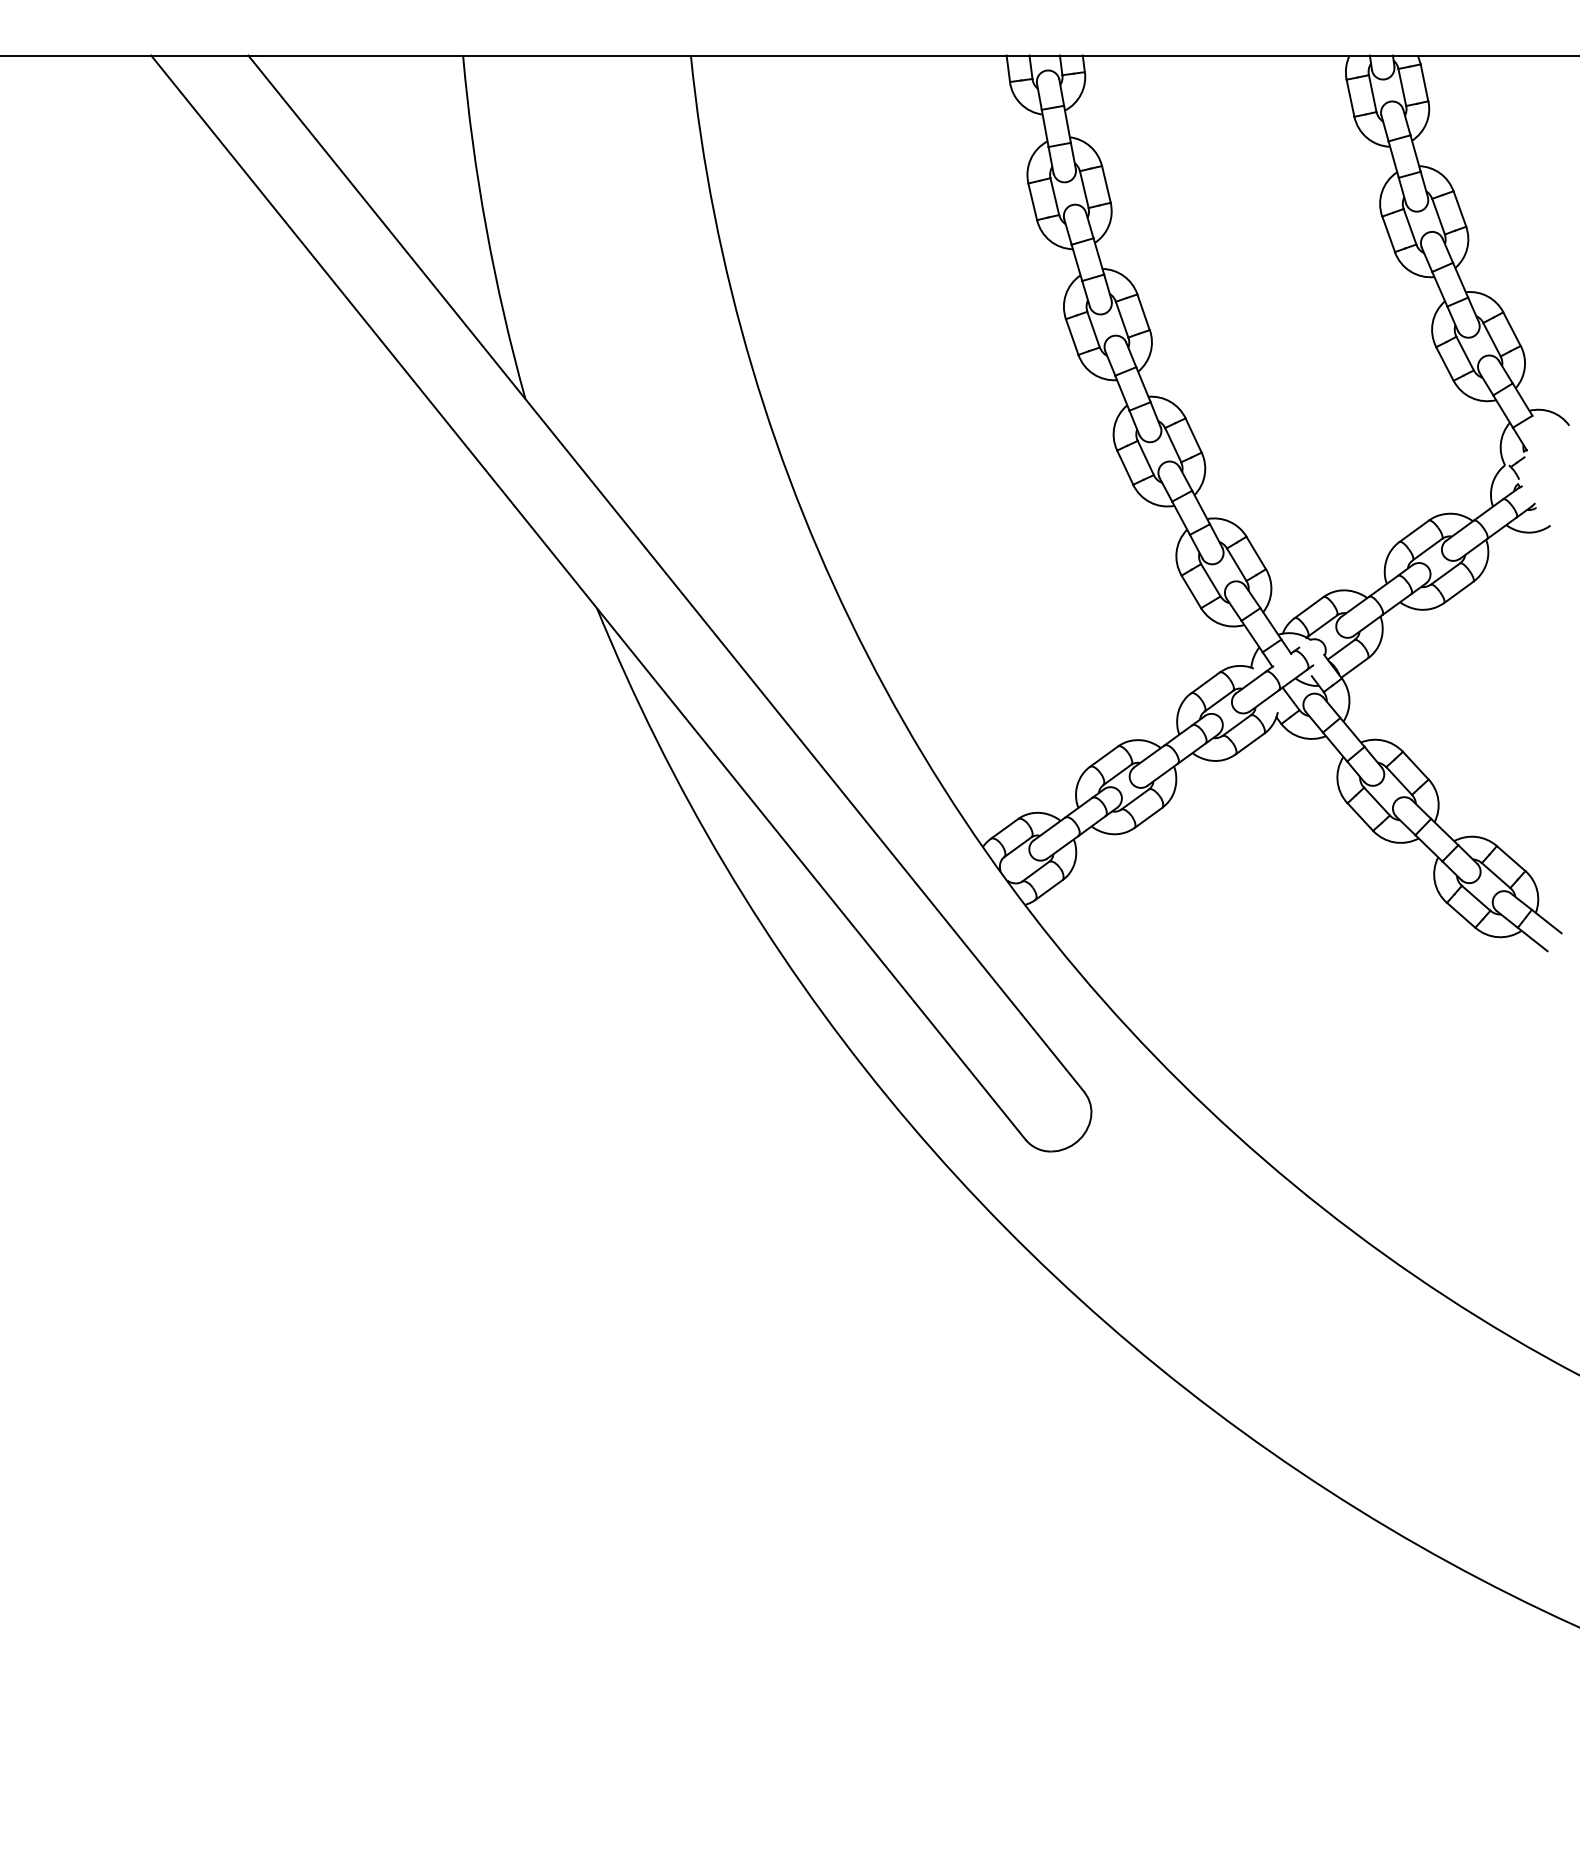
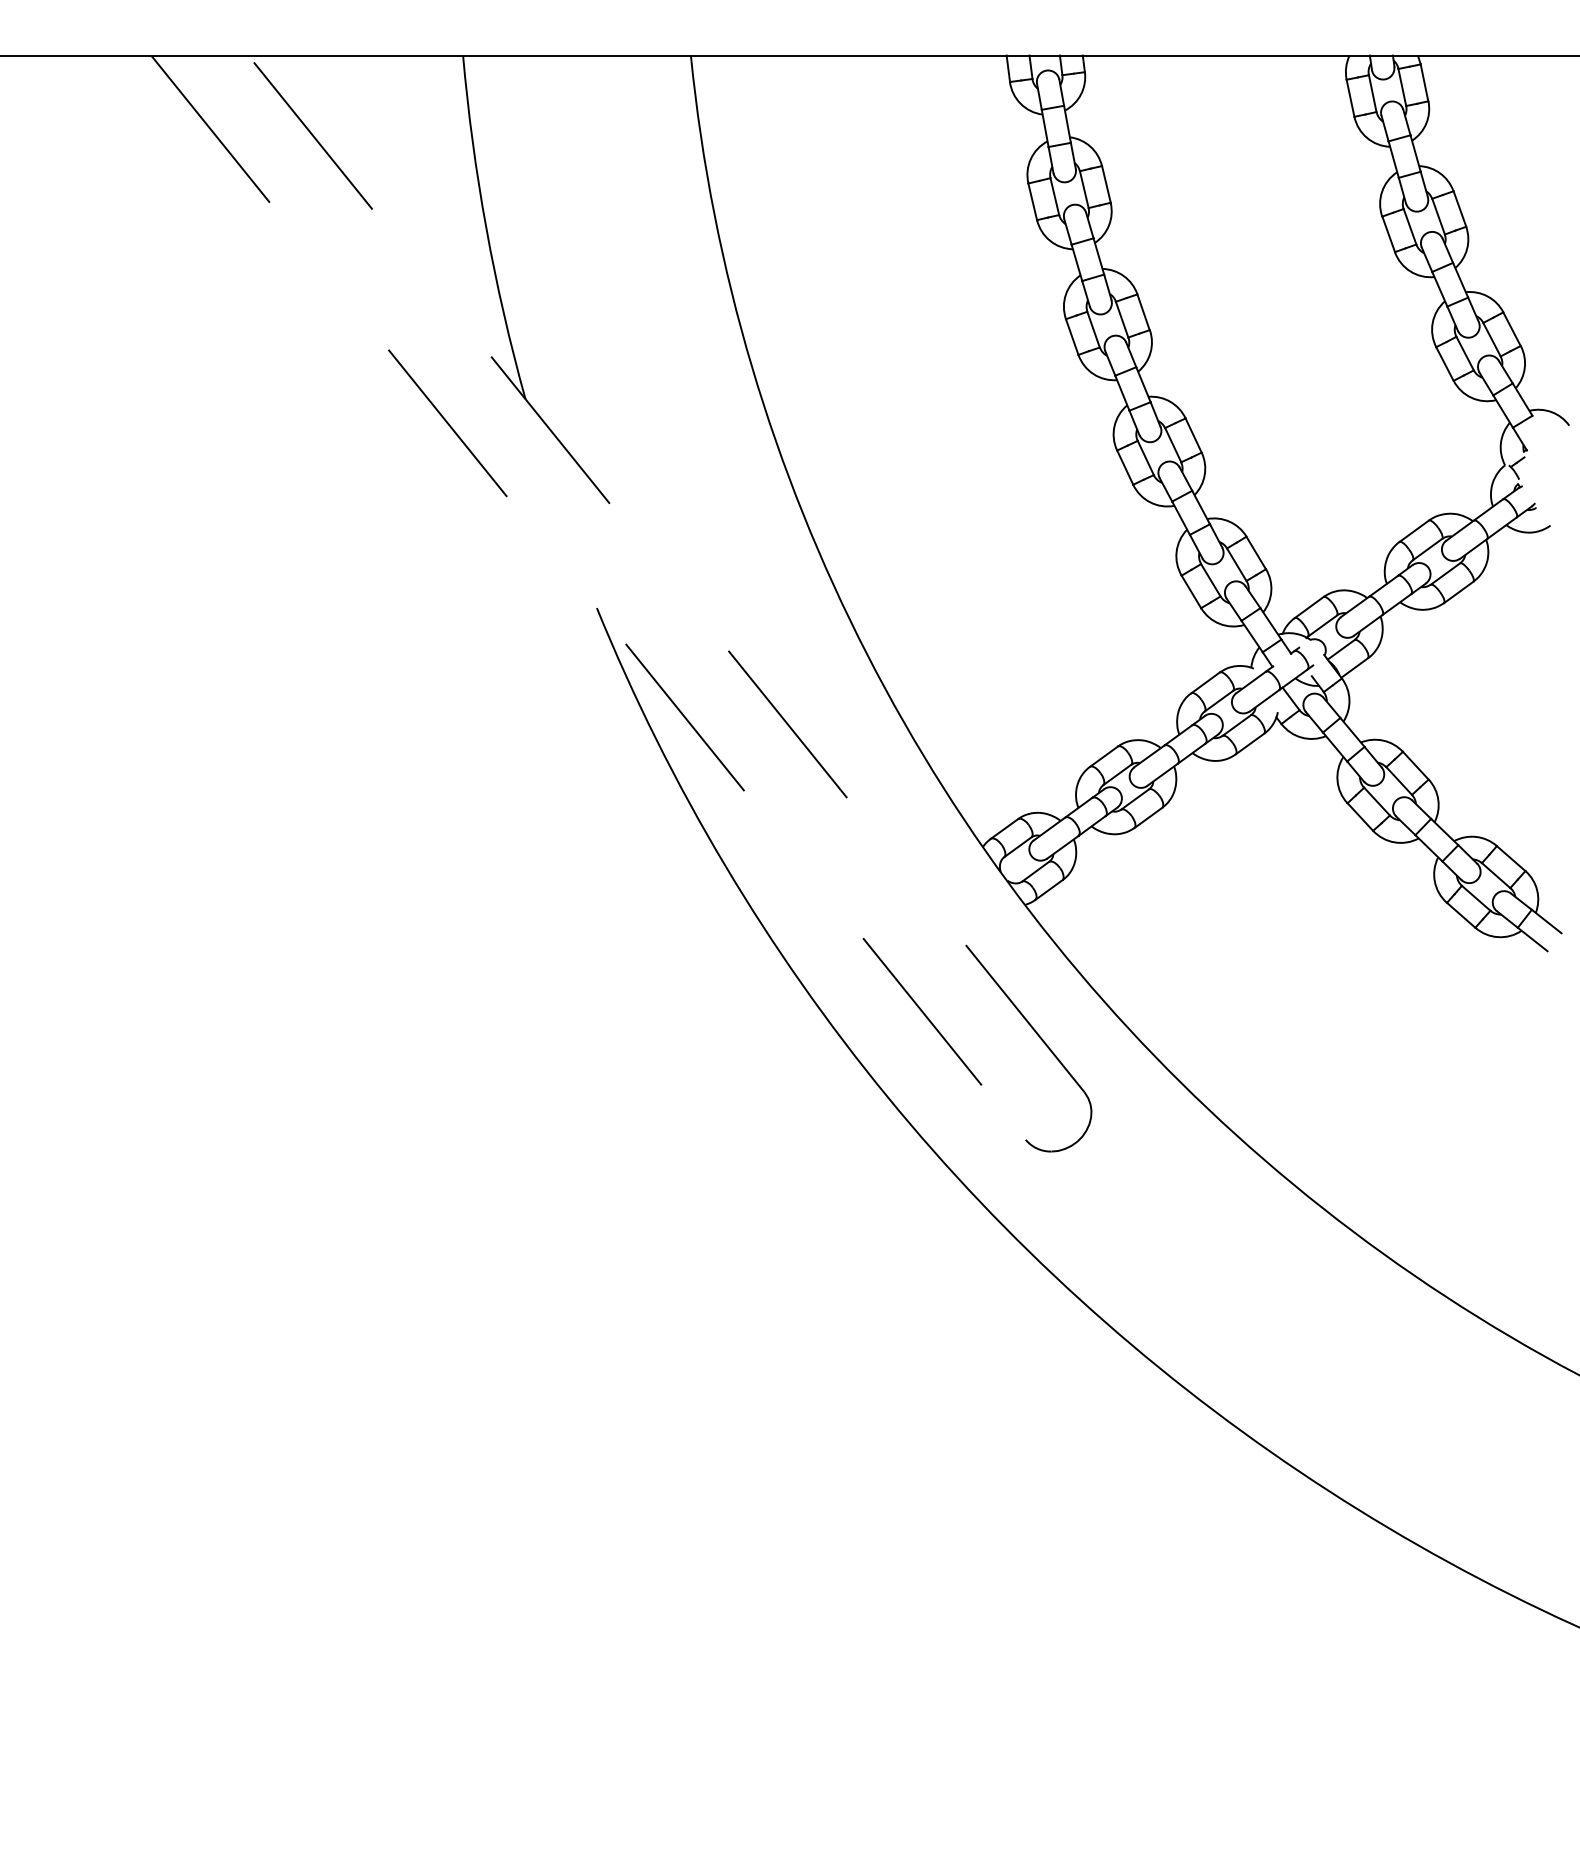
line at (666, 573): solid -> dashed
line at (588, 598): solid -> dashed
